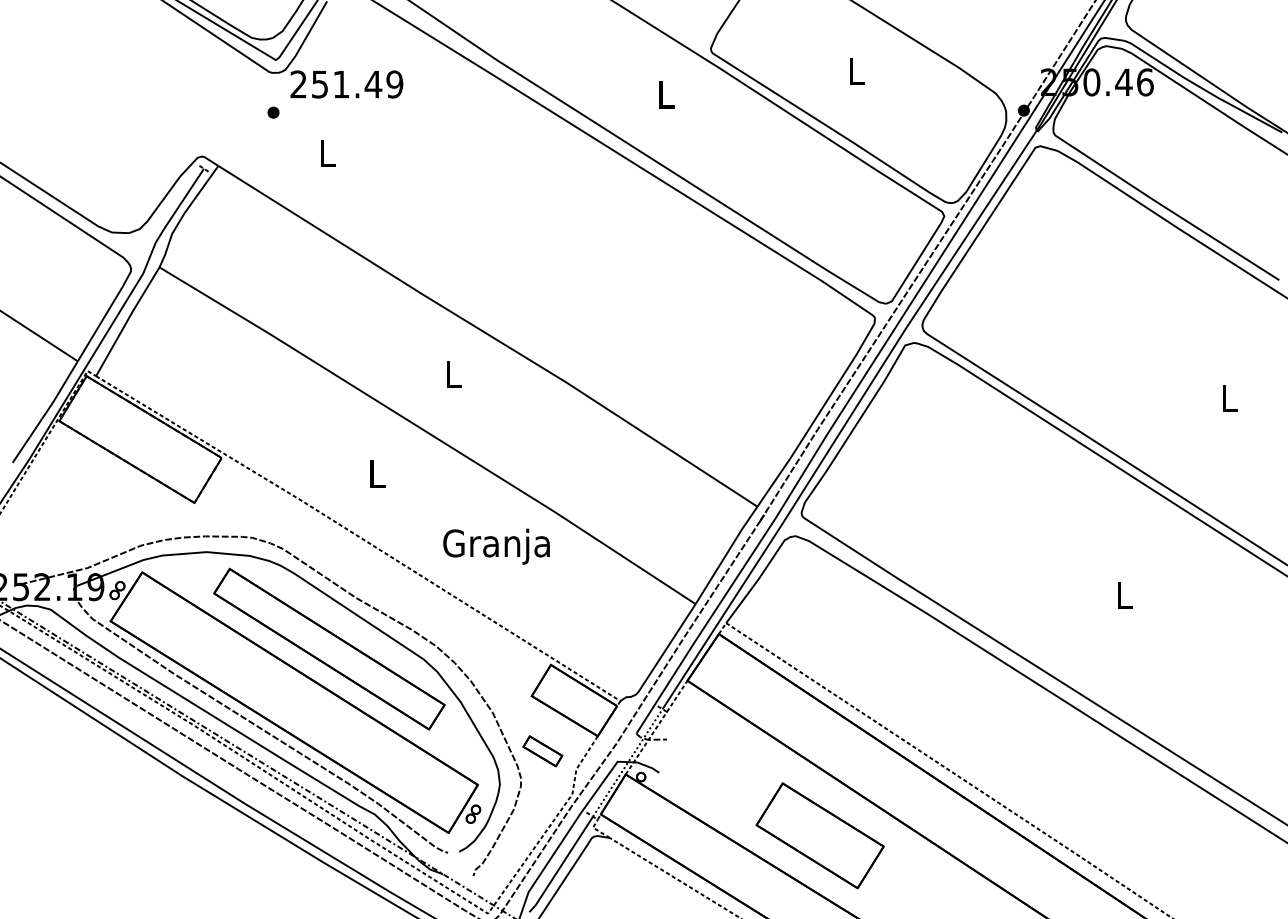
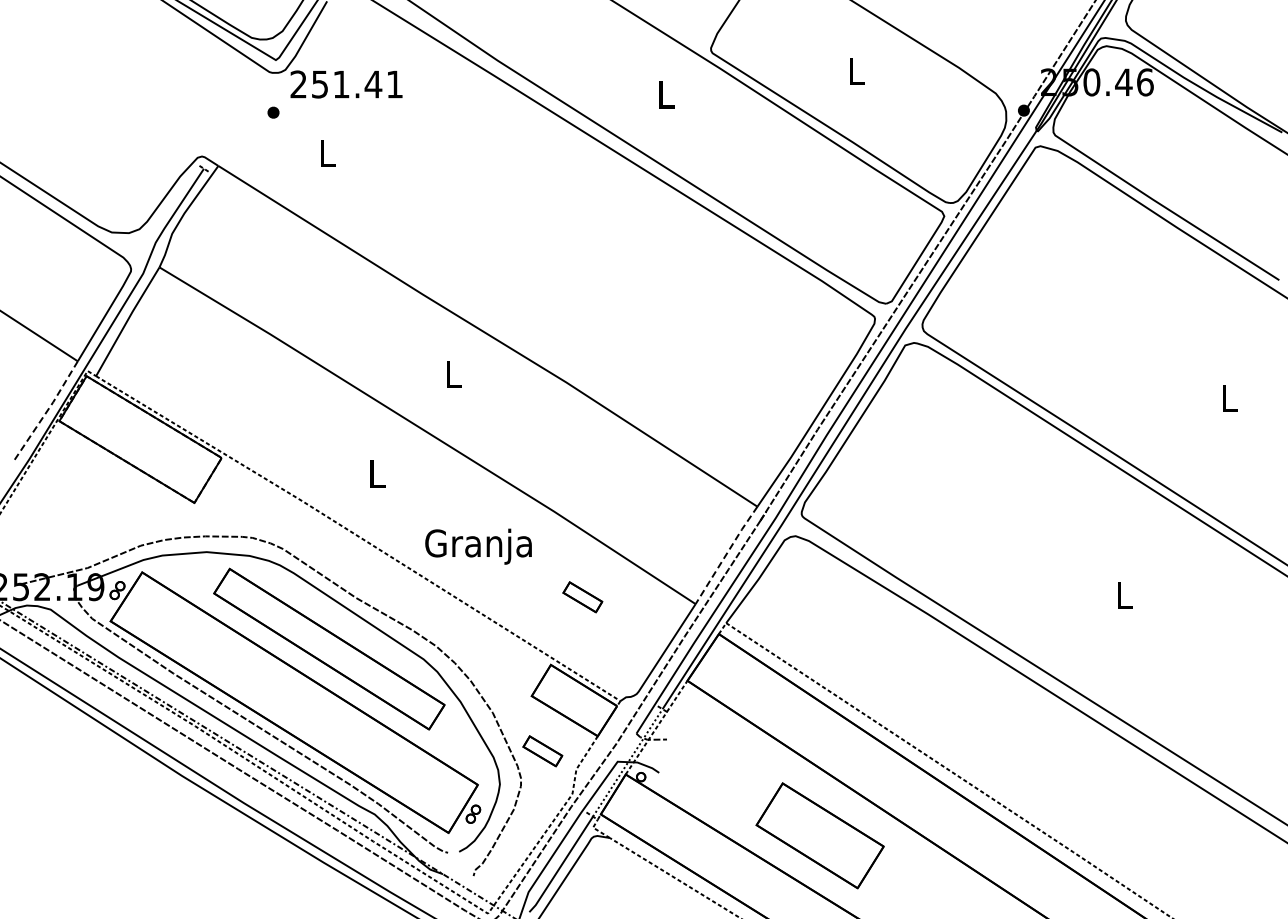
text at (394, 84): 251.49 -> 251.41
line at (46, 412): solid -> dashed
text at (496, 546) position: (496, 546) -> (478, 546)
line at (726, 554): solid -> dashed
part at (582, 597): none -> present
